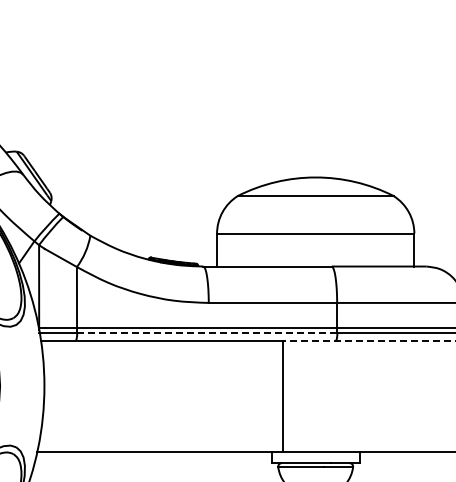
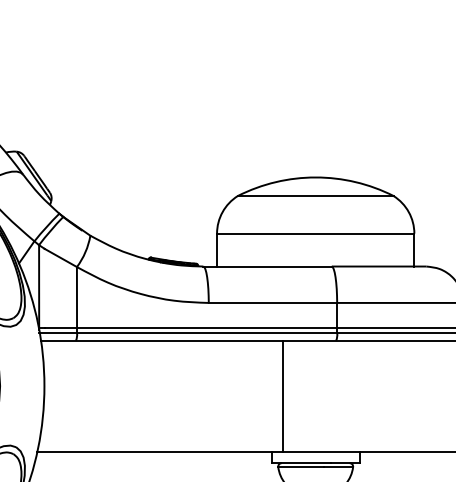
line at (207, 333): dashed -> solid
line at (369, 340): dashed -> solid
